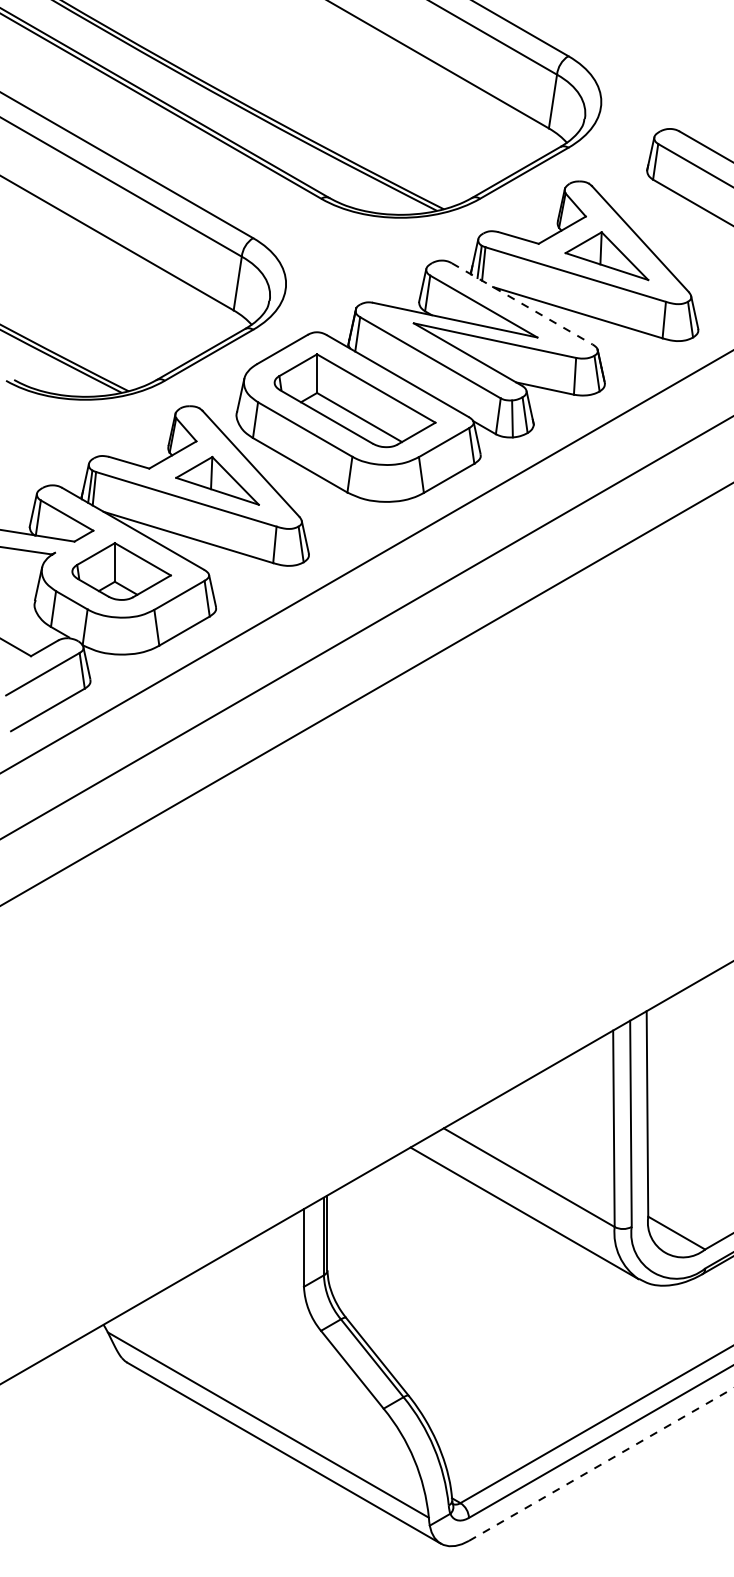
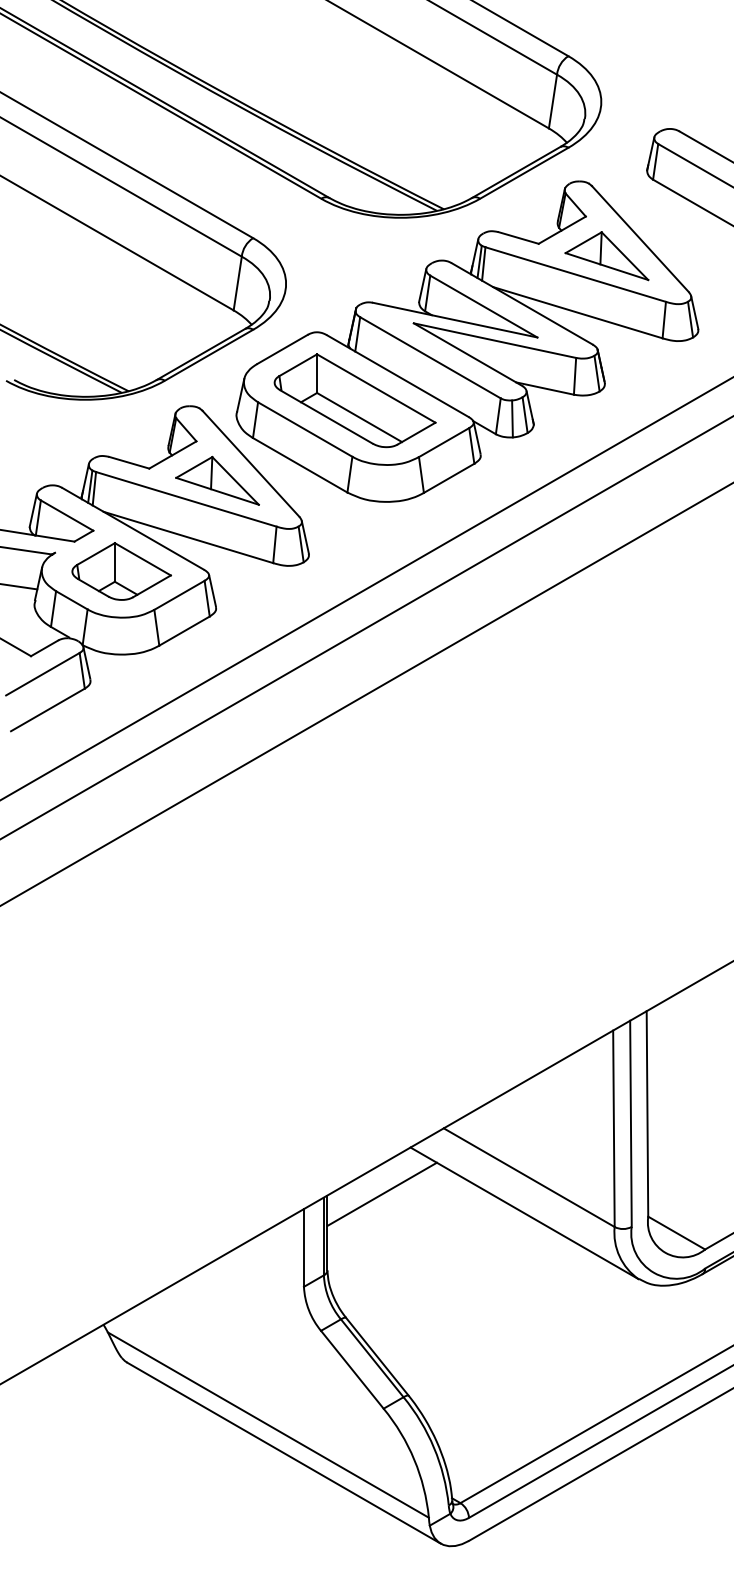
line at (522, 304): dashed -> solid
line at (366, 562) position: (366, 562) -> (366, 589)
line at (19, 586): none -> present
line at (381, 1193): none -> present
line at (601, 1464): dashed -> solid
